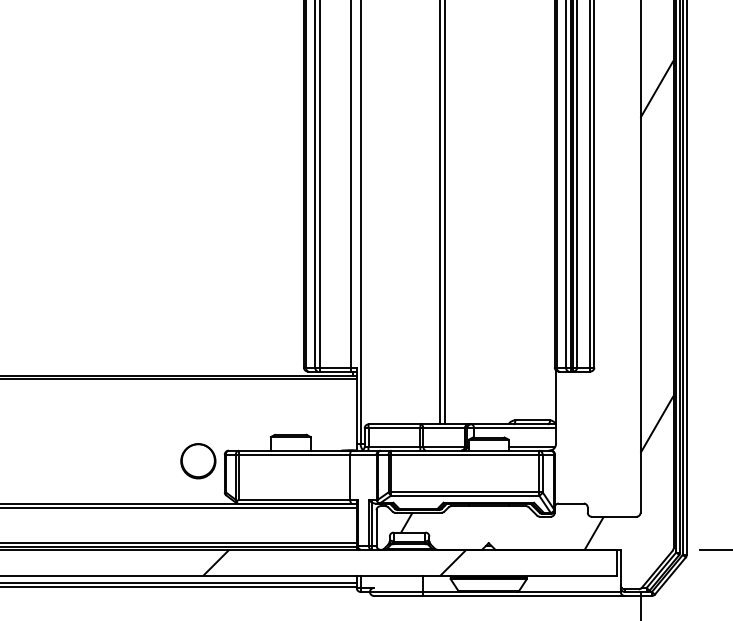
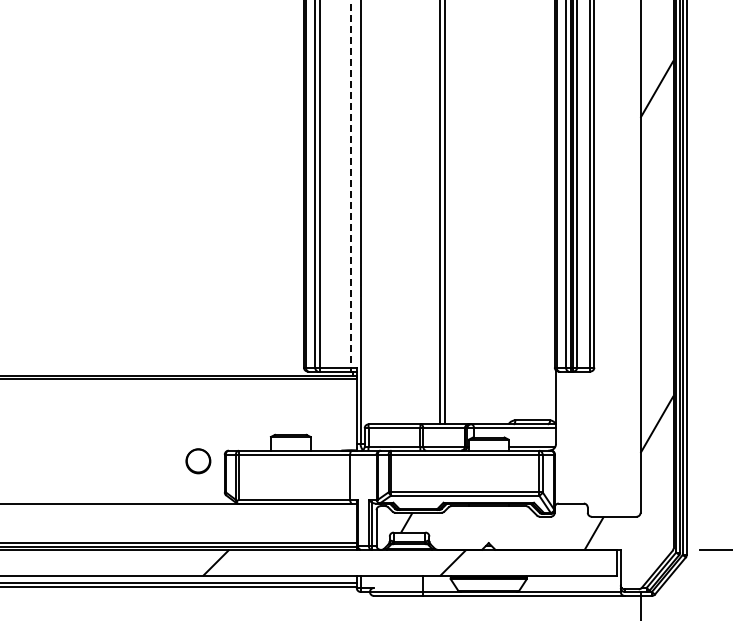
line at (351, 184): solid -> dashed
circle at (198, 461) size: 37x37 px -> 27x27 px
line at (179, 507): present -> none
